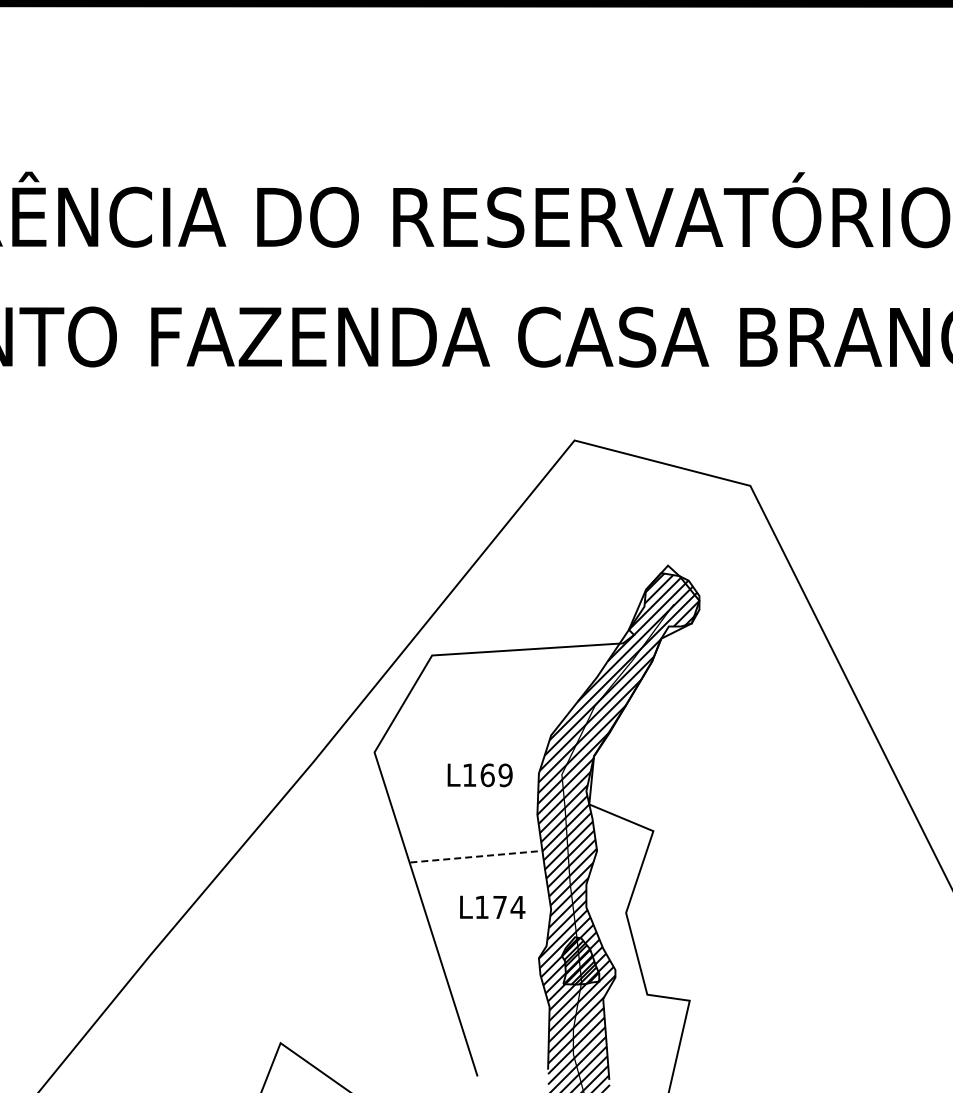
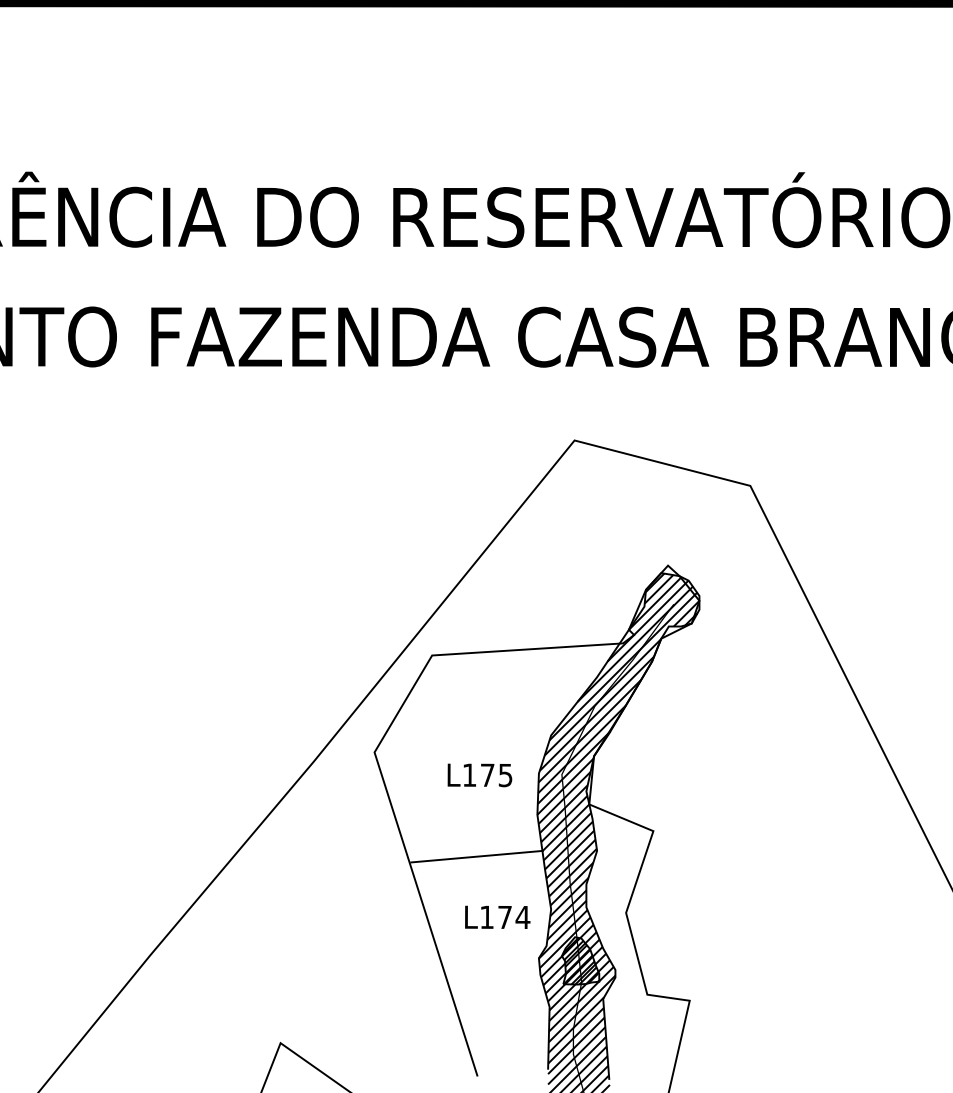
text at (496, 775): L169 -> L175
line at (476, 856): dashed -> solid
text at (492, 906) position: (492, 906) -> (497, 916)
